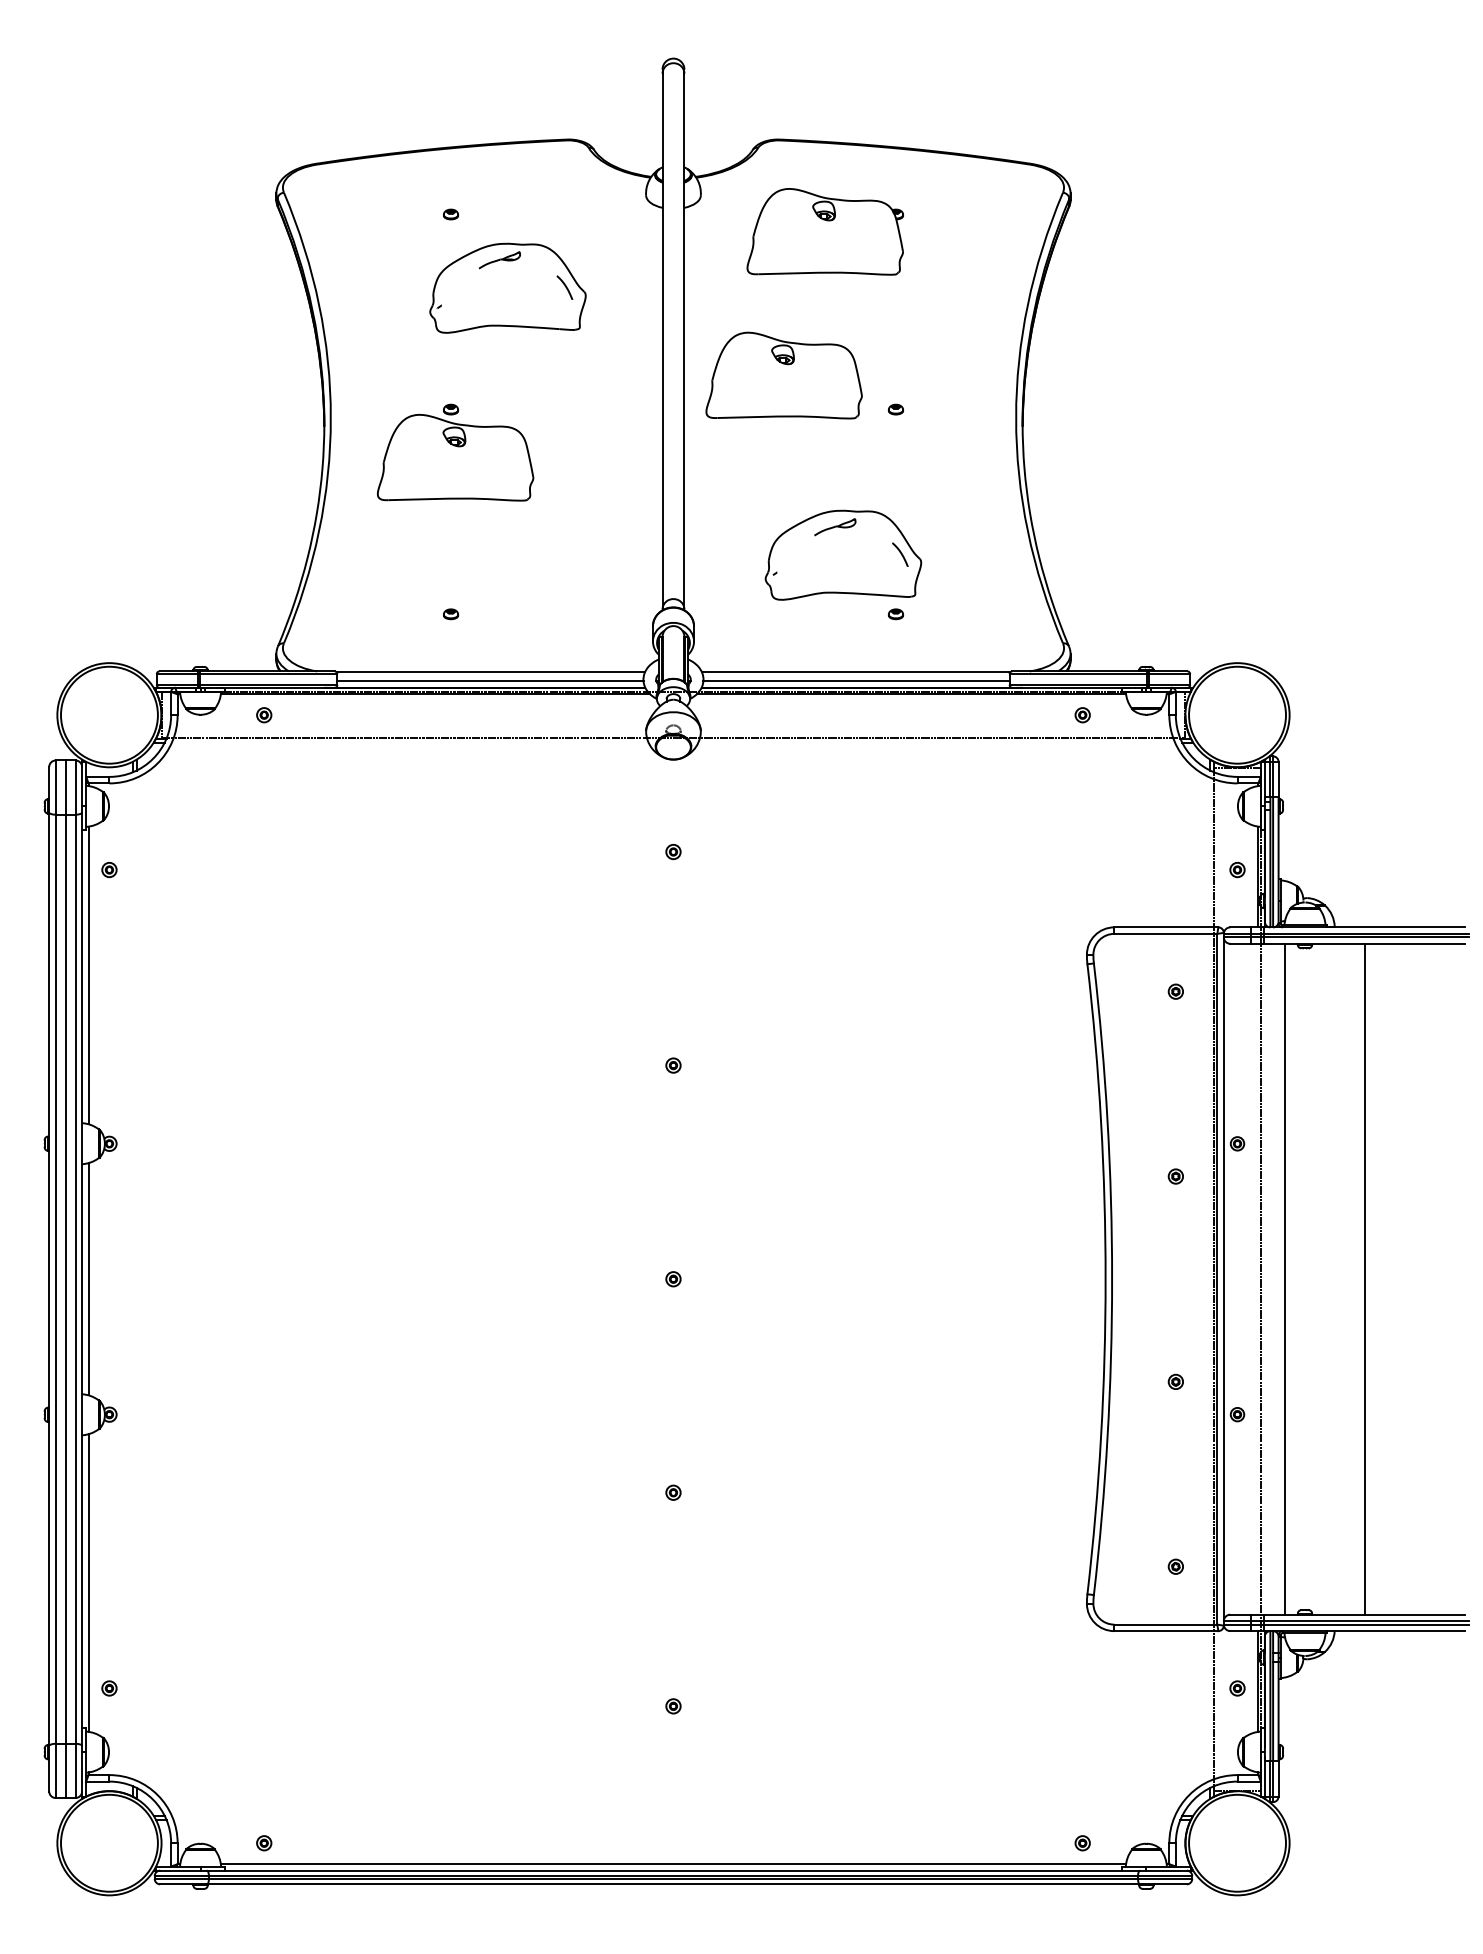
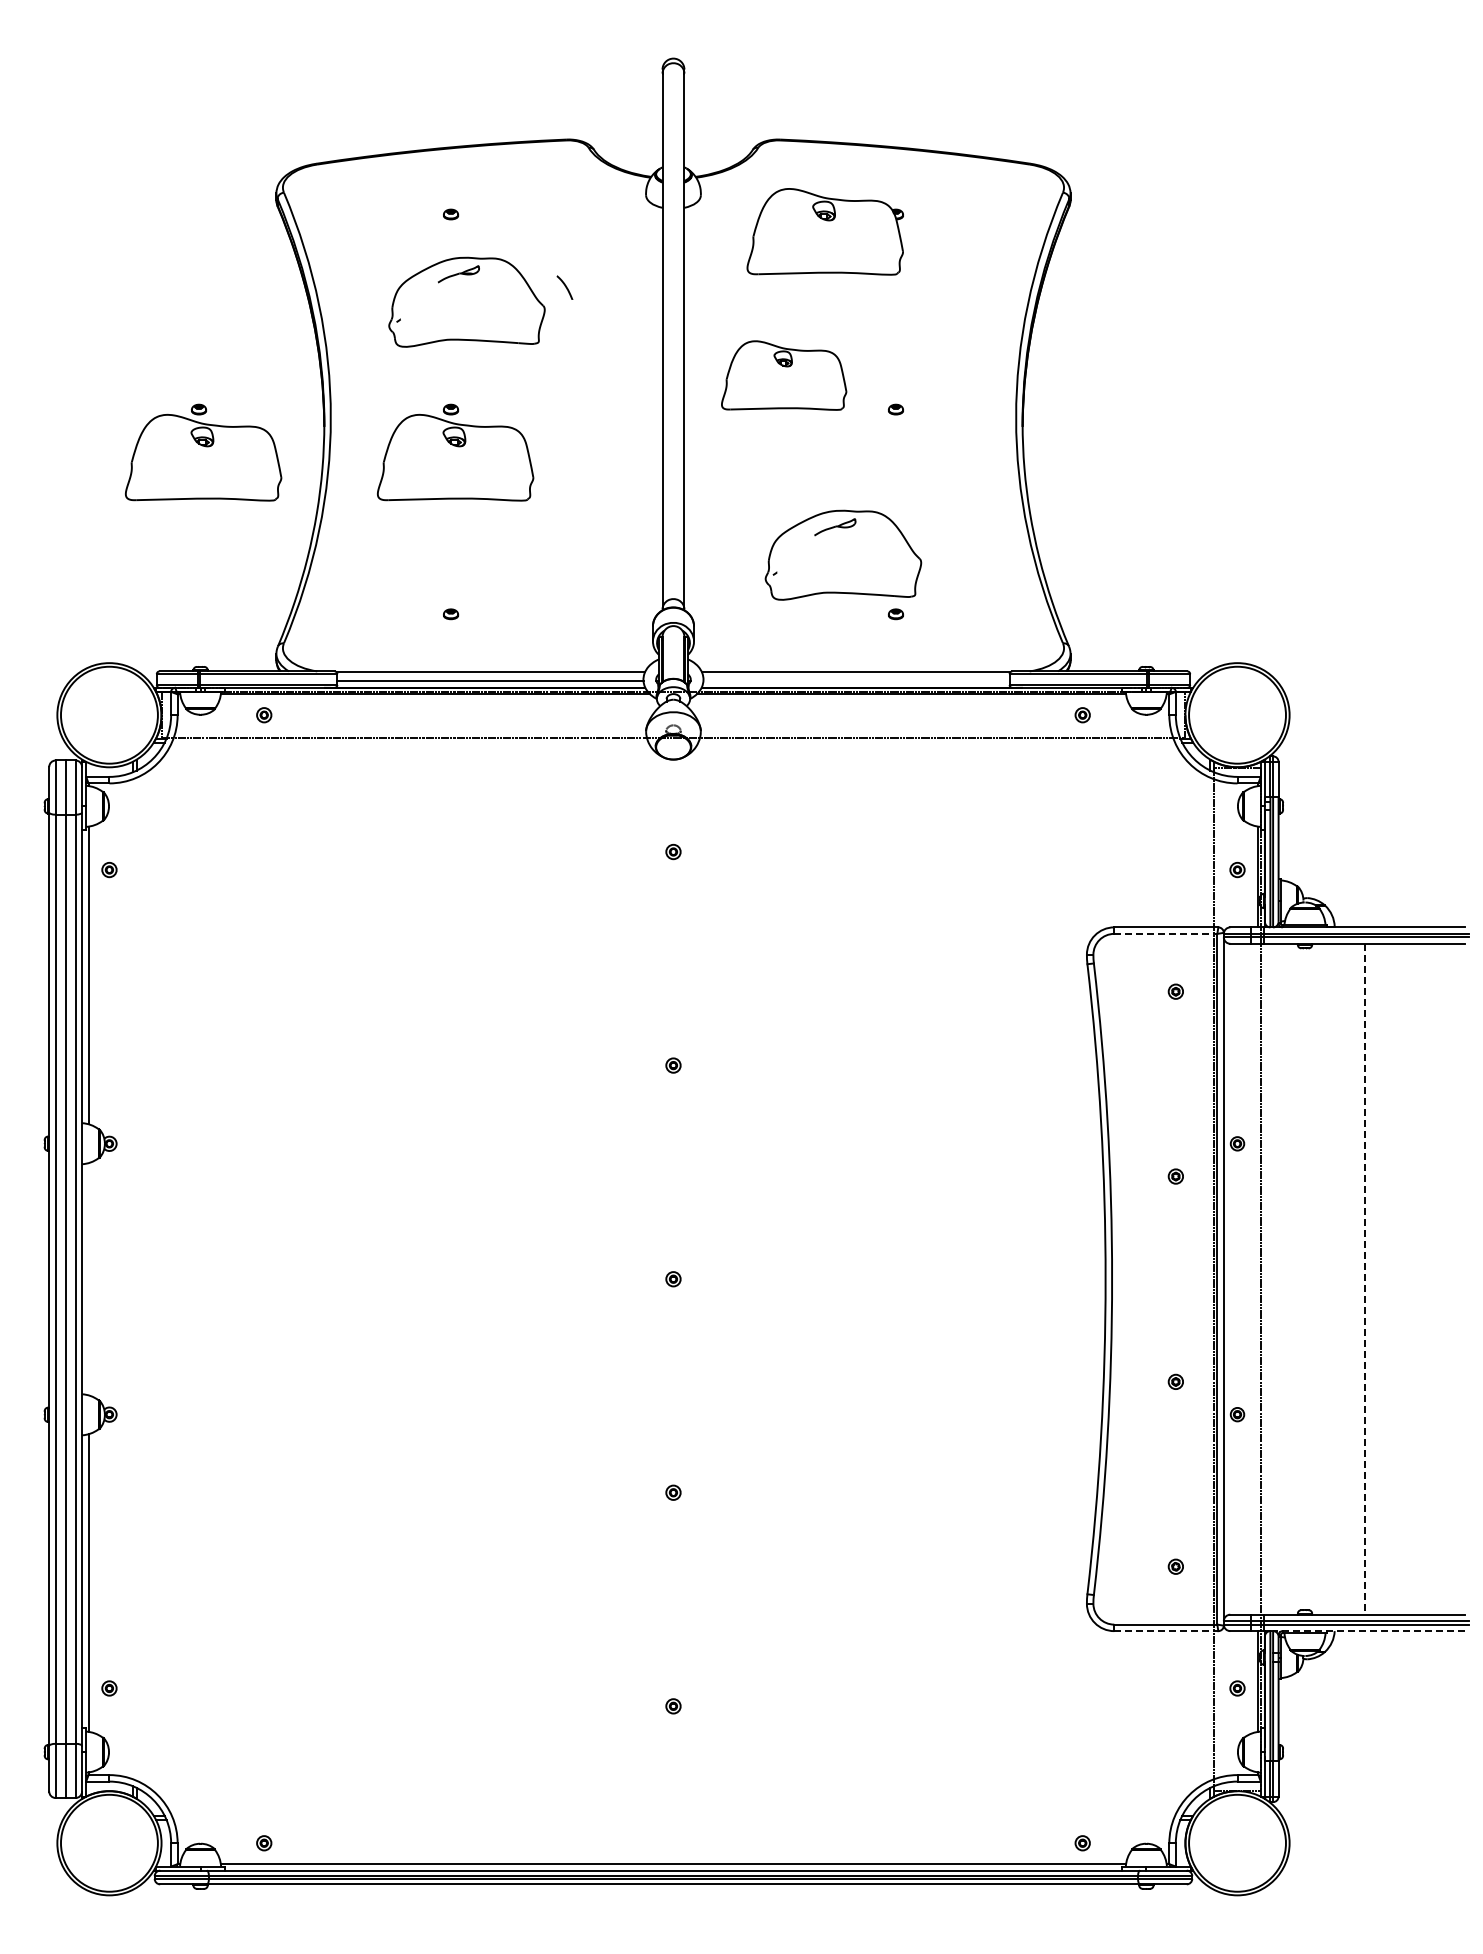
part at (507, 287) position: (507, 287) -> (466, 301)
part at (783, 375) size: 158x89 px -> 127x71 px
part at (203, 452): none -> present
curve at (900, 554): present -> none
line at (856, 681): present -> none
line at (1165, 933): solid -> dashed
line at (1284, 1278): present -> none
line at (88, 1279): present -> none
line at (1364, 1279): solid -> dashed
line at (1166, 1631): solid -> dashed
line at (1368, 1631): solid -> dashed
